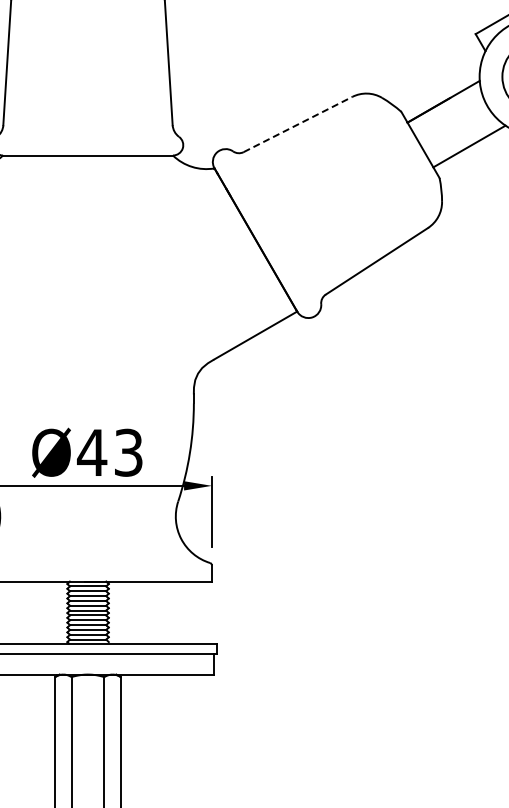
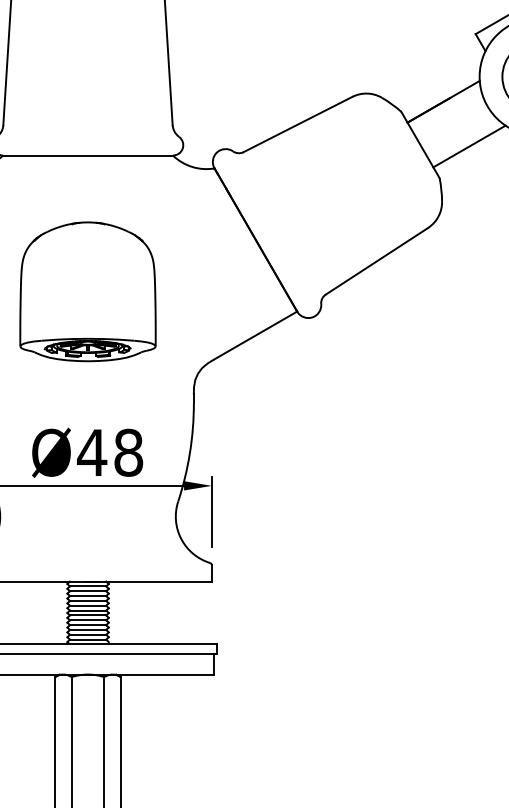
line at (298, 124): dashed -> solid
part at (87, 291): none -> present
text at (128, 452): Ø43 -> Ø48
